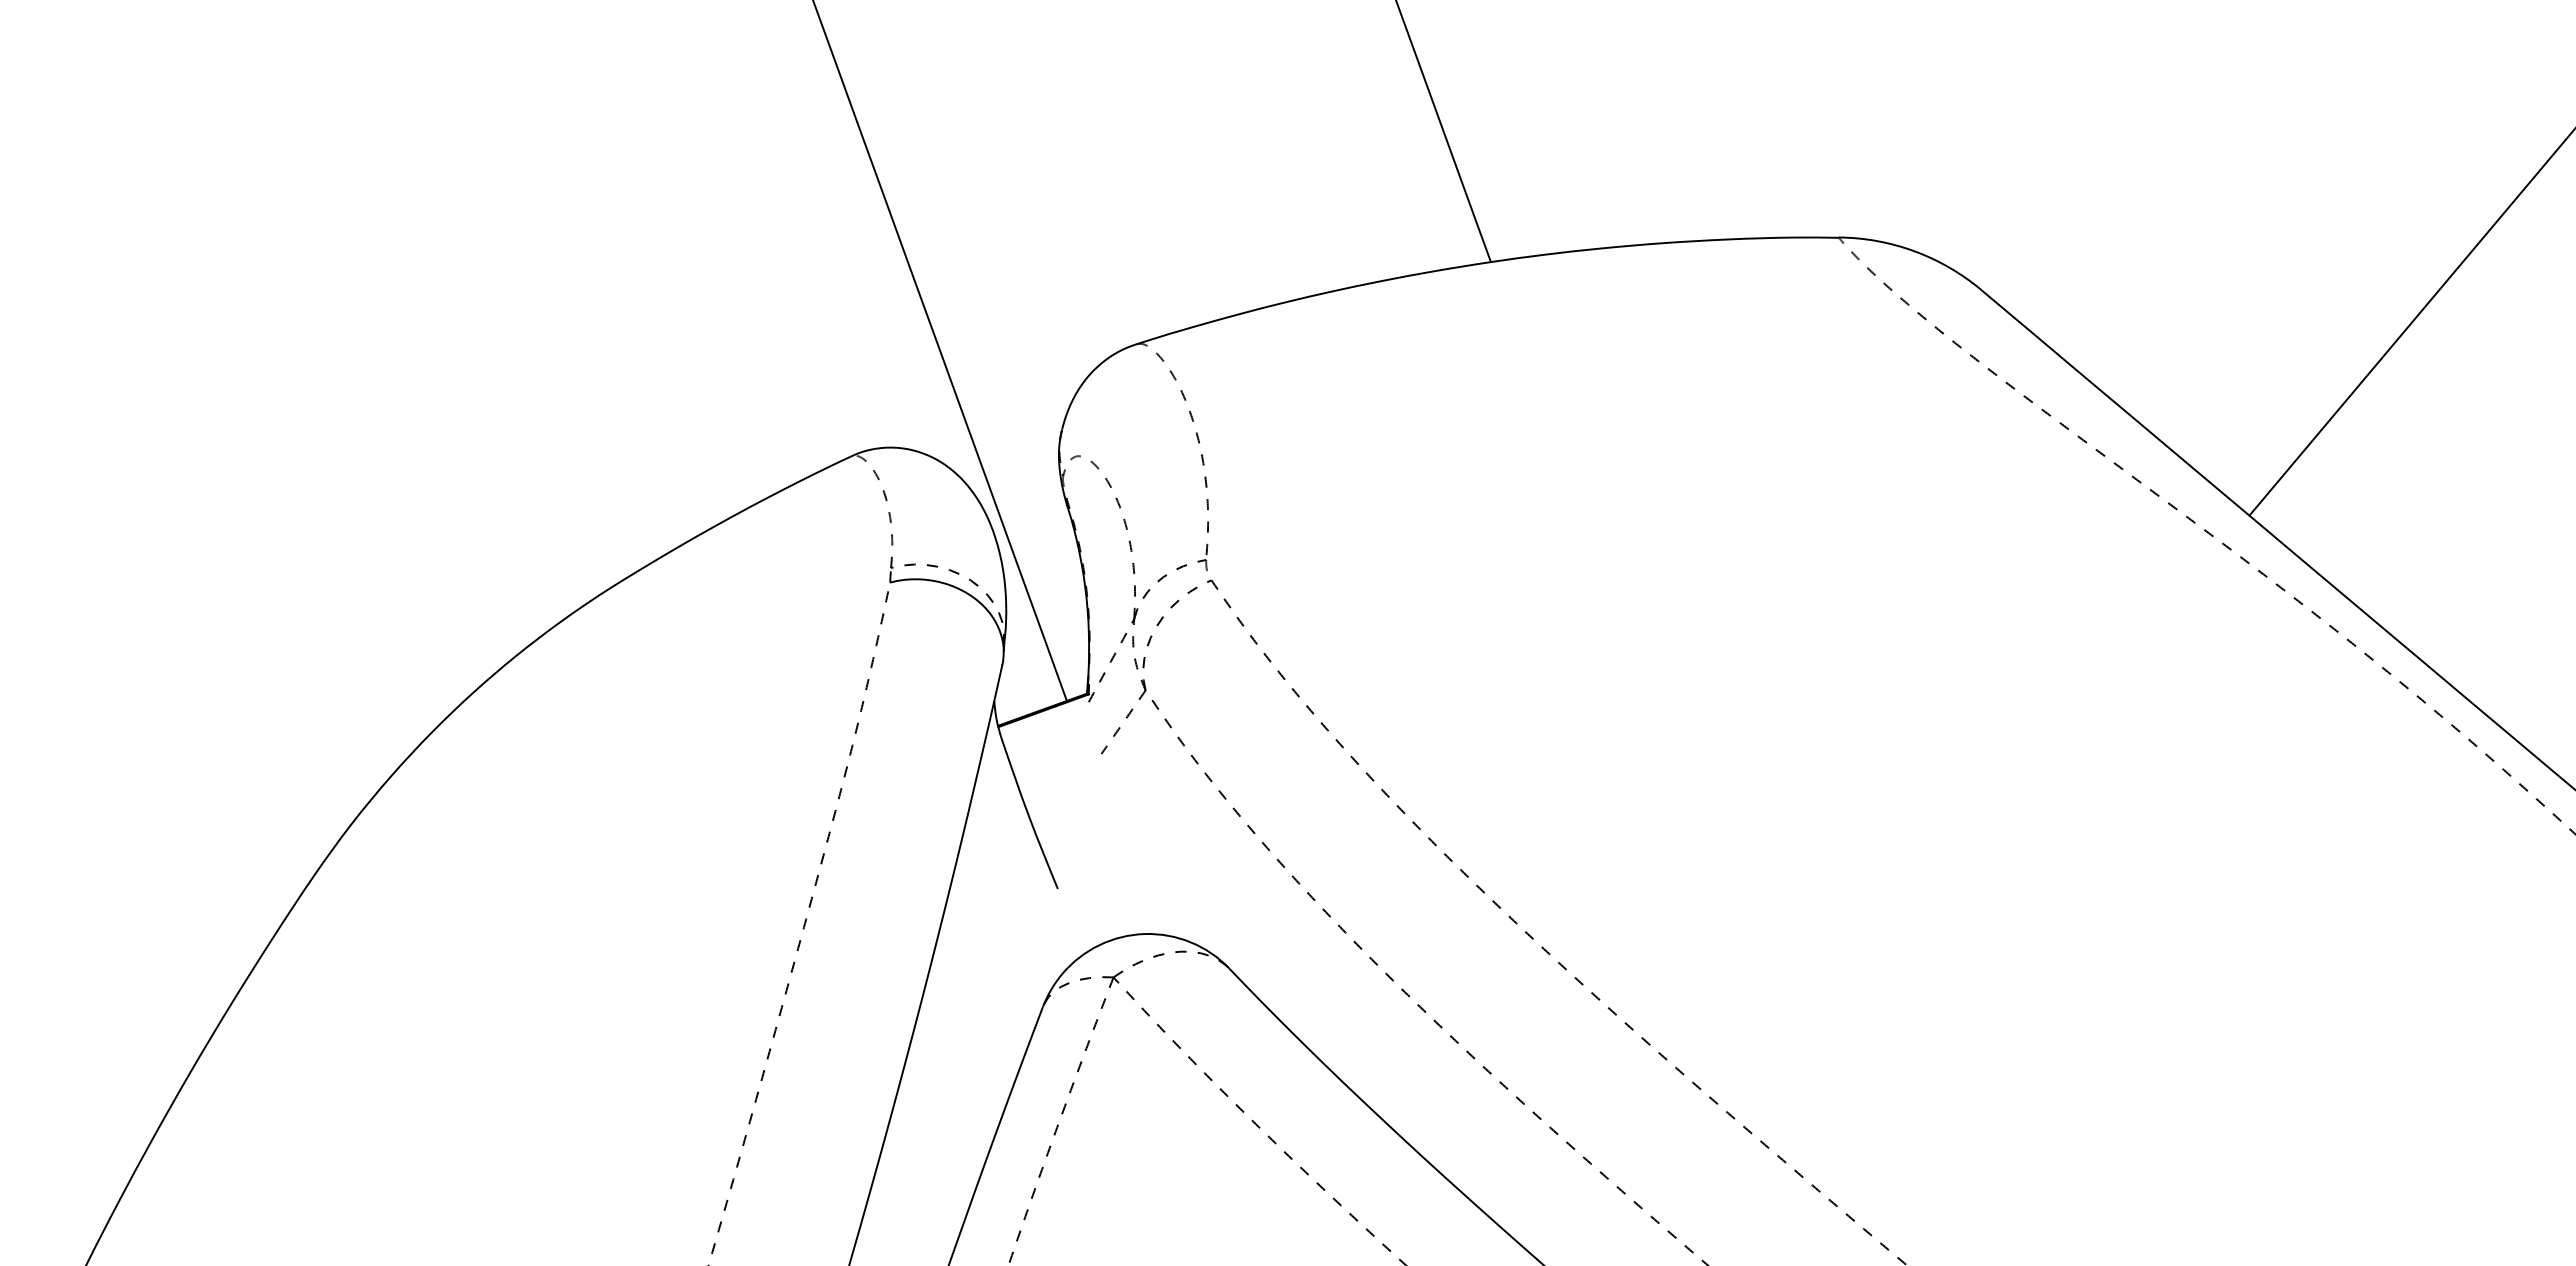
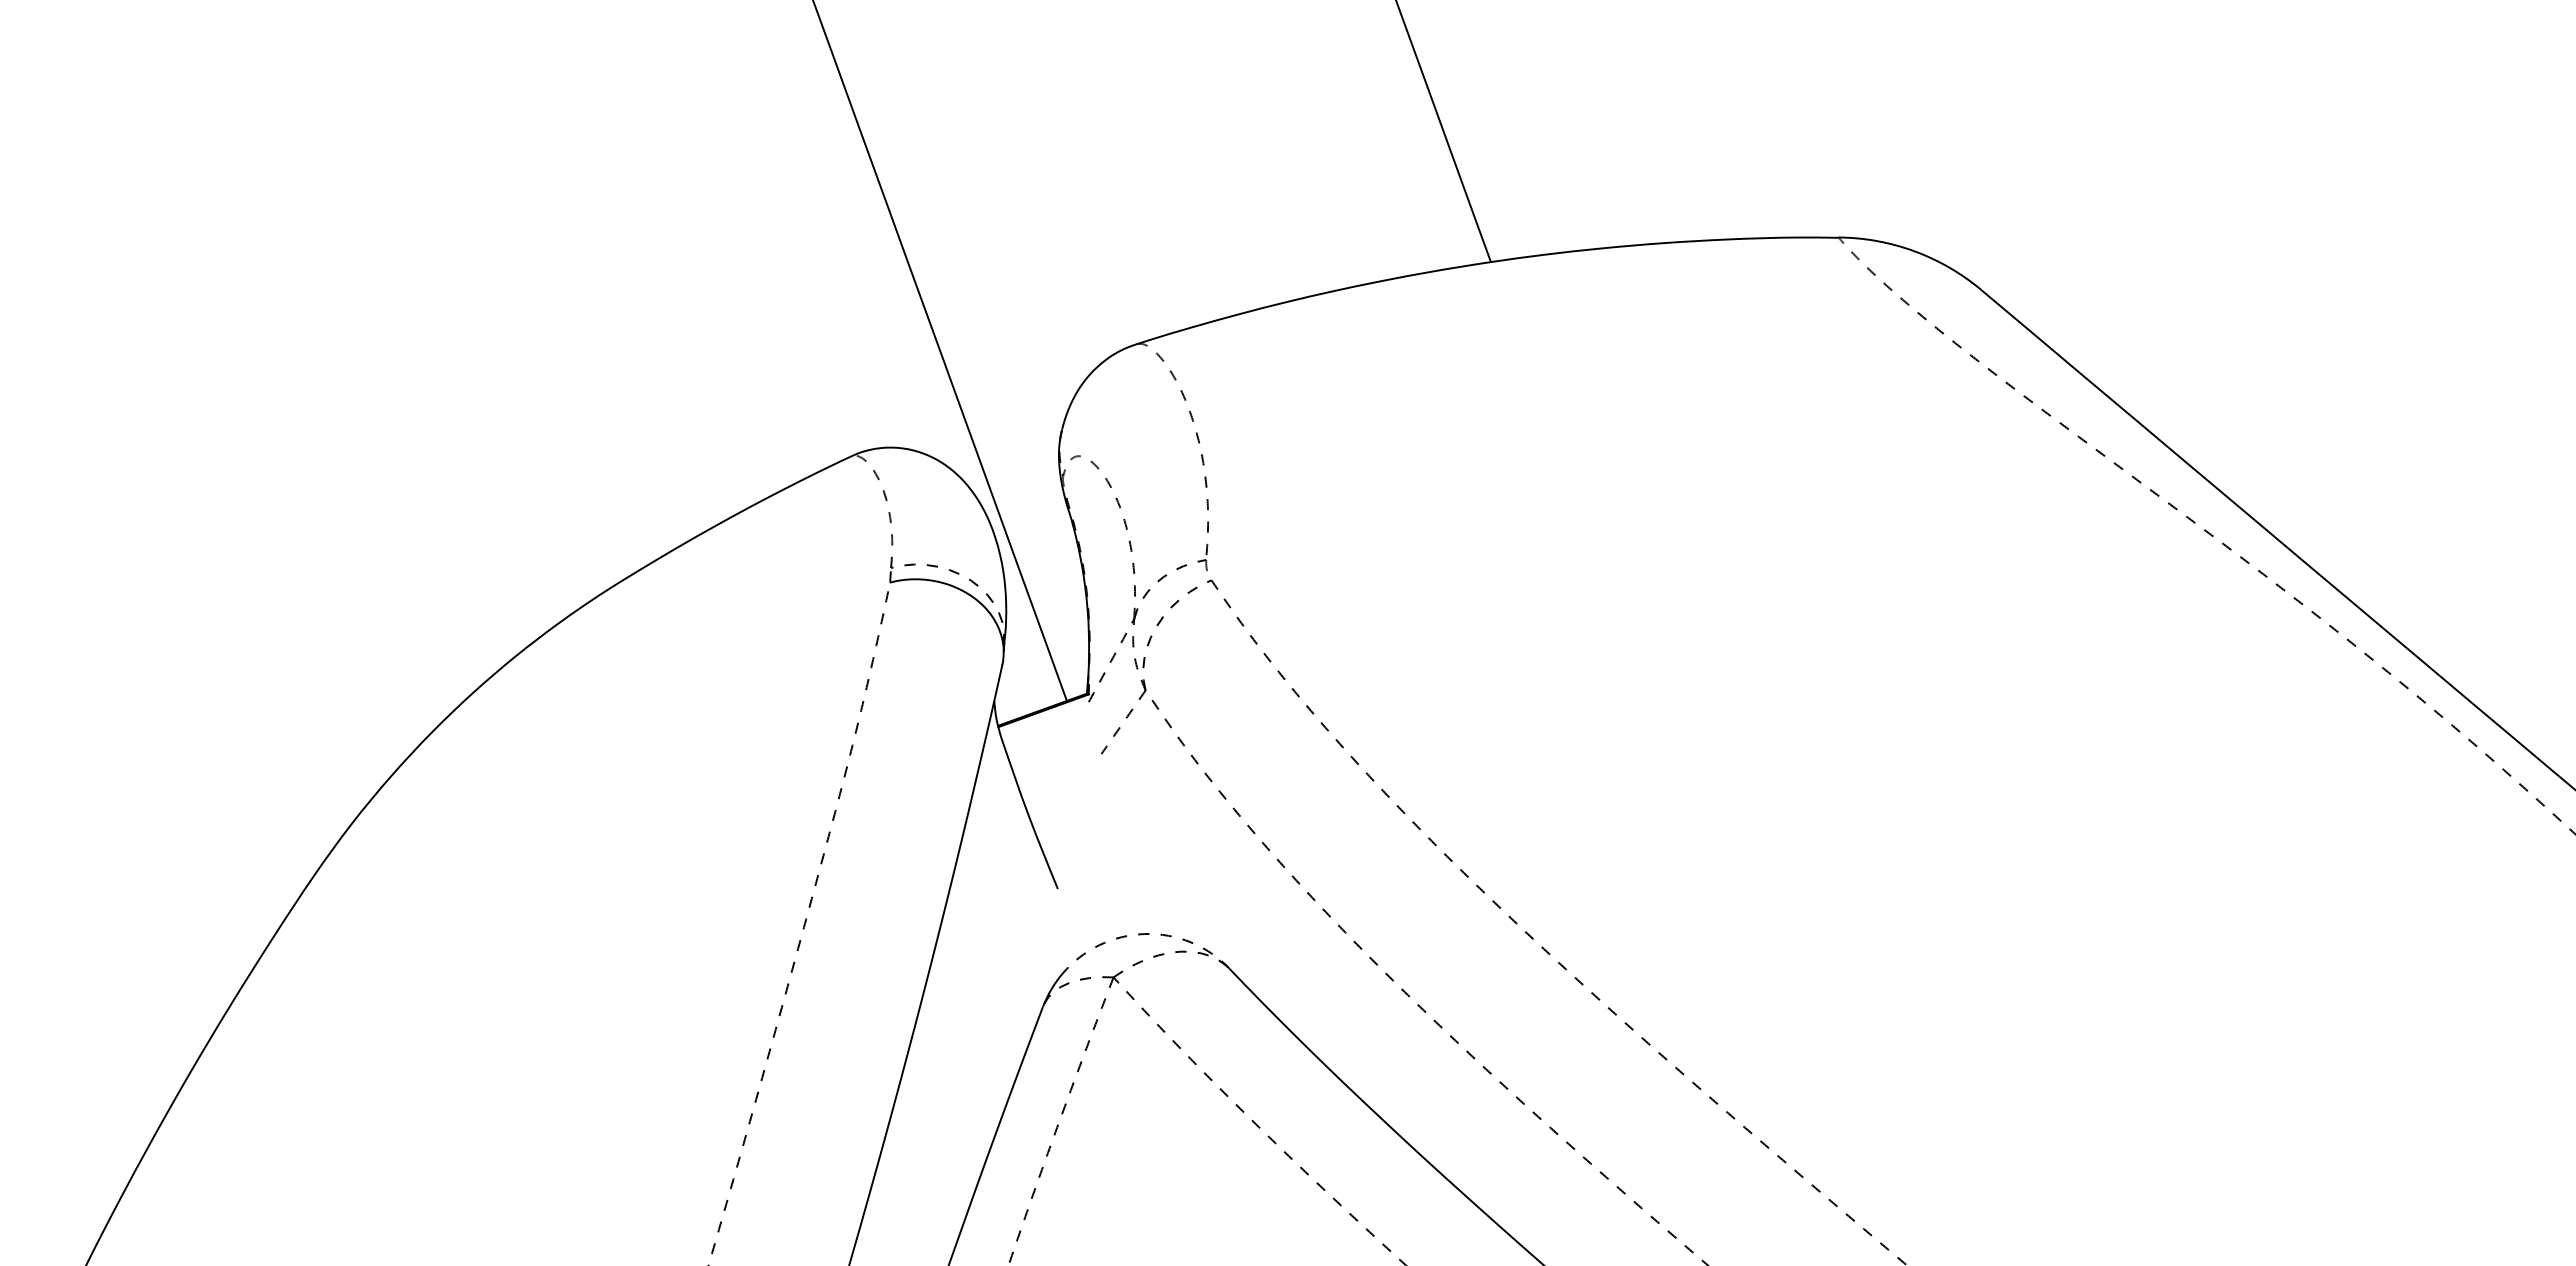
line at (2410, 323): present -> none
arc at (1144, 934): solid -> dashed
